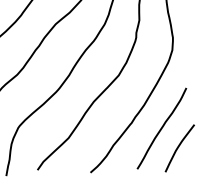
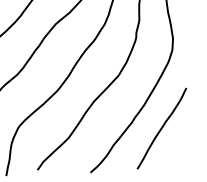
curve at (179, 147): present -> none
